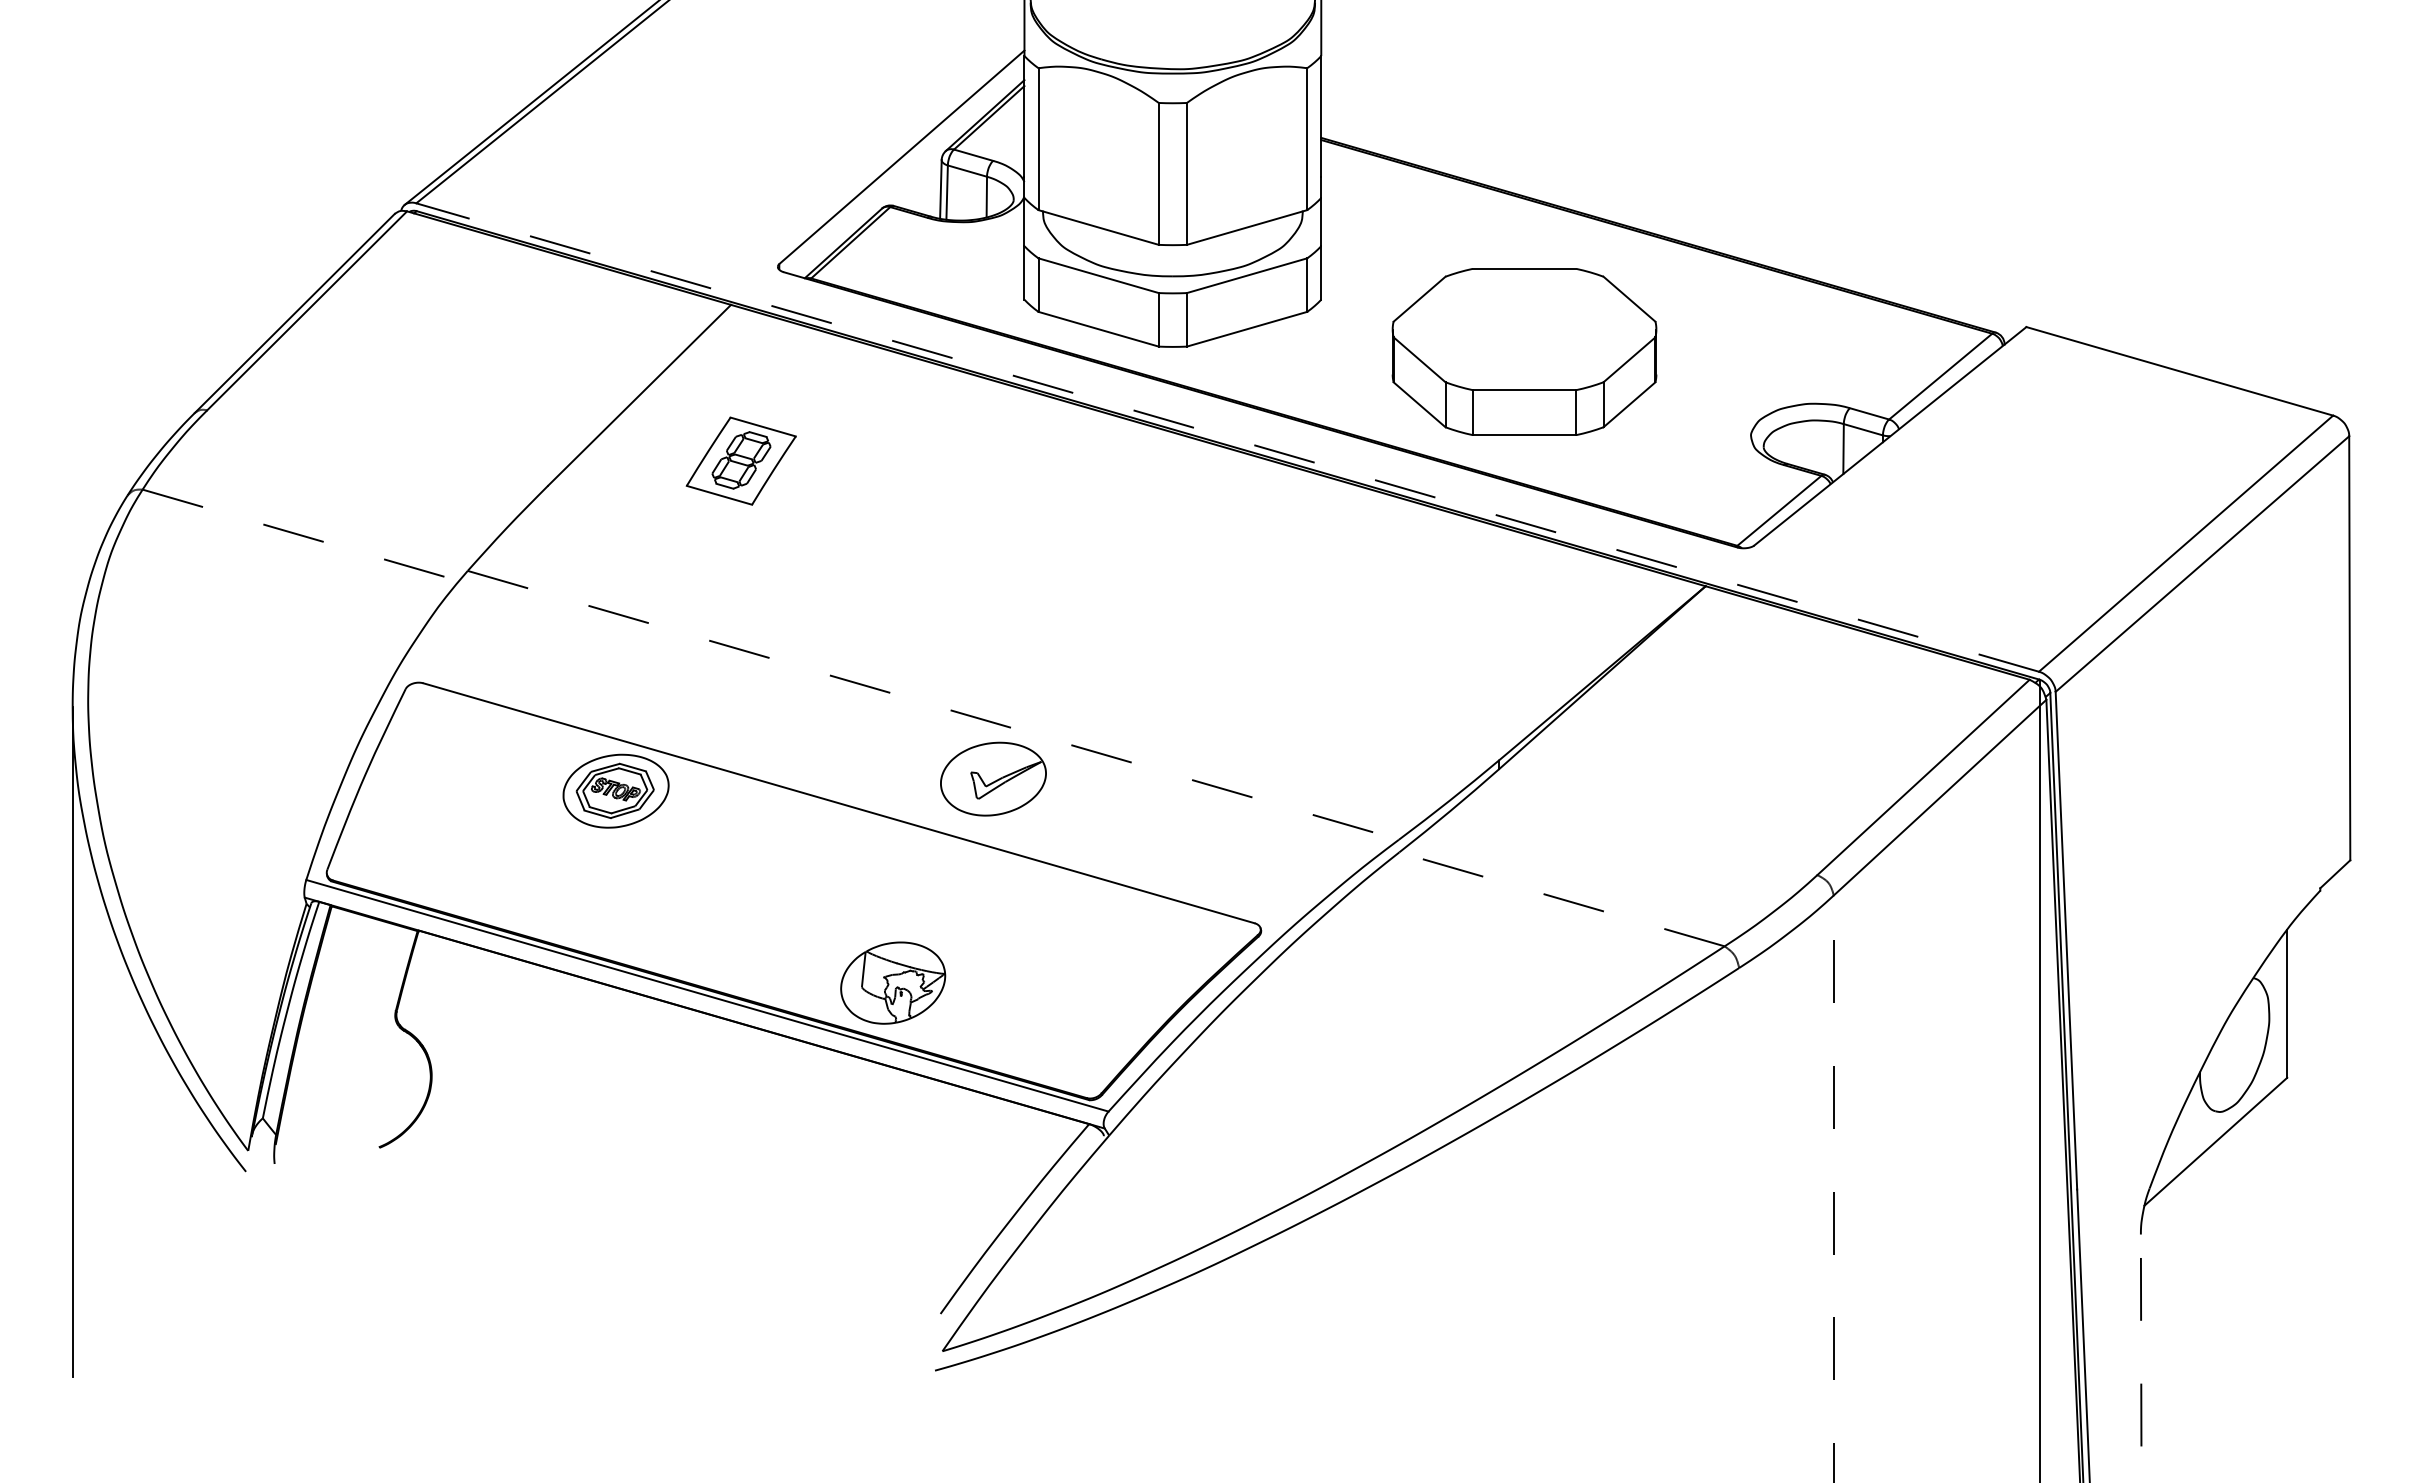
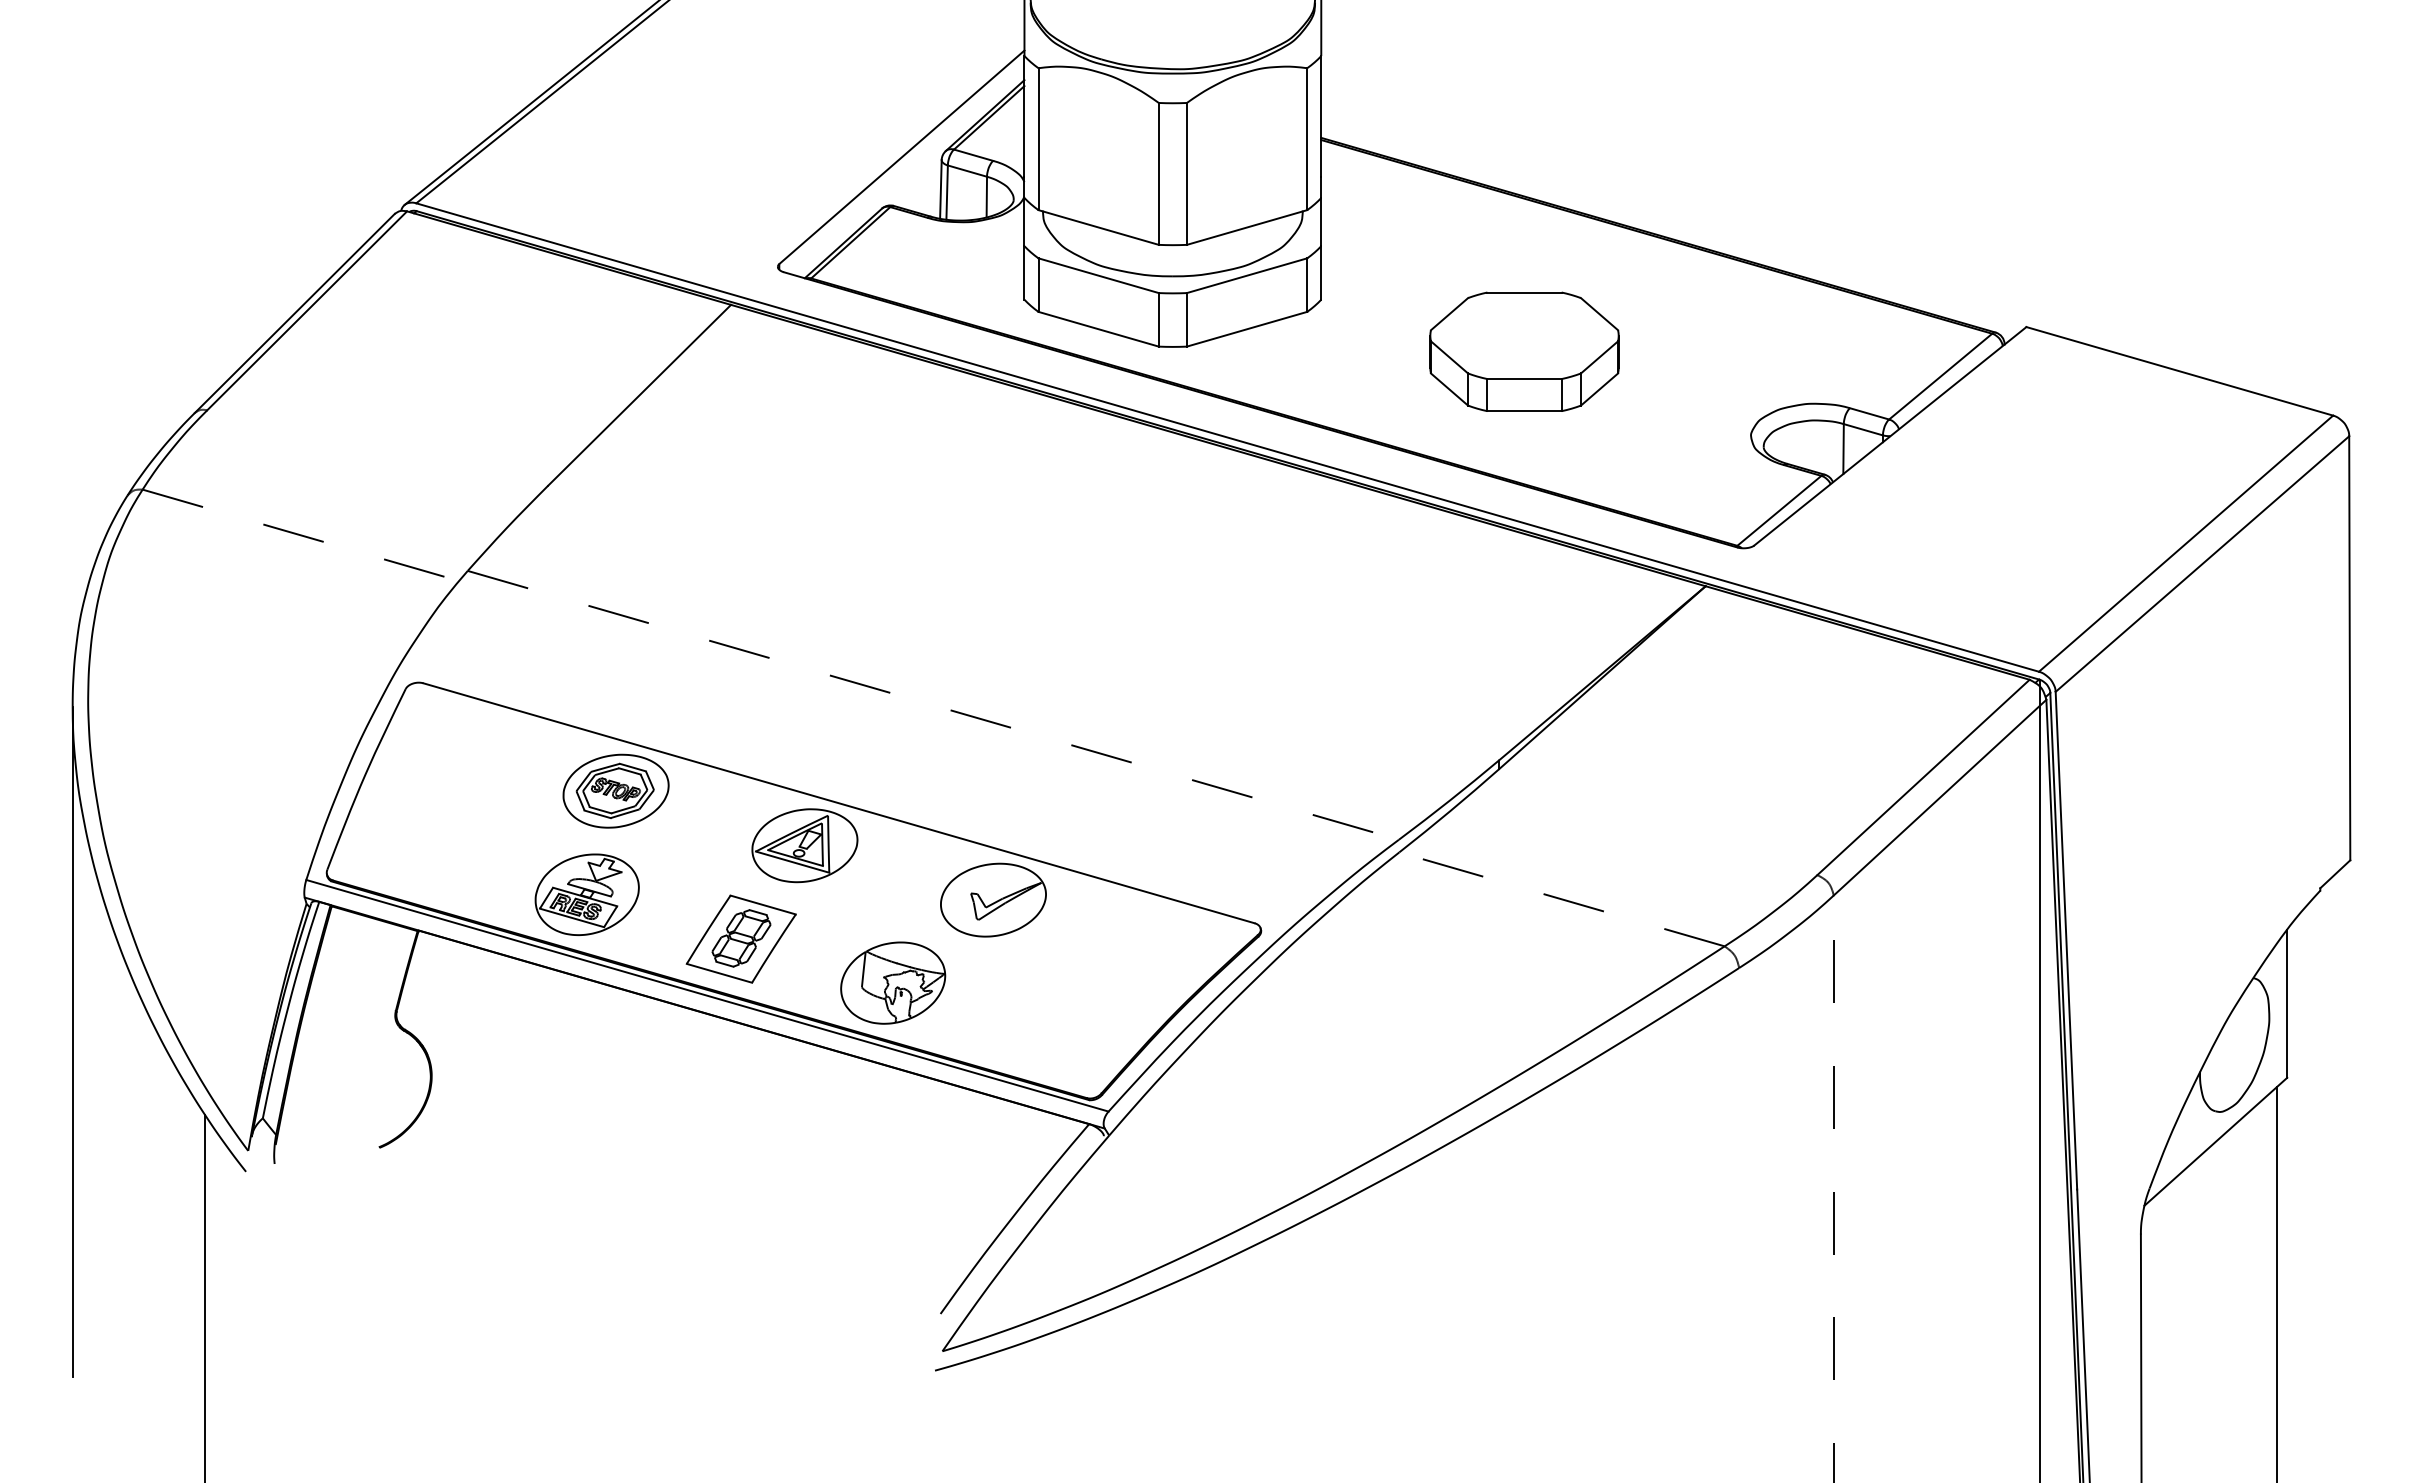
part at (1524, 351) size: 267x168 px -> 191x121 px
line at (1227, 437): dashed -> solid
part at (740, 460) position: (740, 460) -> (740, 938)
part at (993, 778) position: (993, 778) -> (993, 899)
part at (804, 845): none -> present
part at (586, 894): none -> present
line at (2276, 1283): none -> present
line at (204, 1296): none -> present
line at (2141, 1358): dashed -> solid
